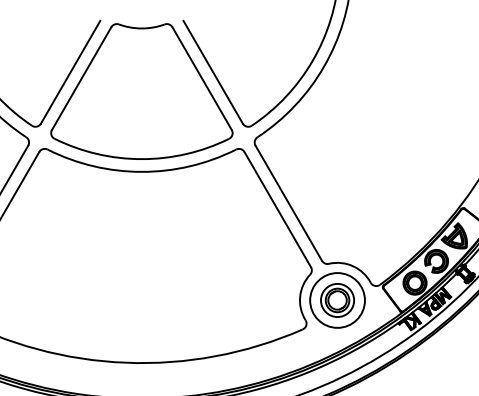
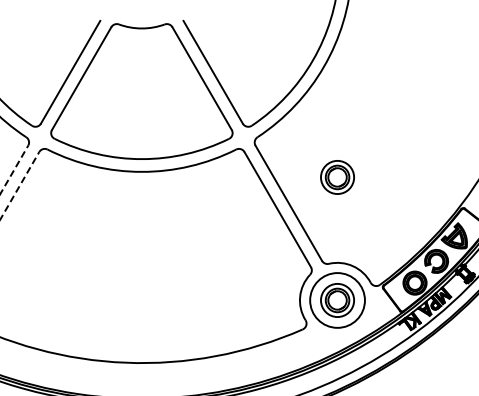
line at (14, 169): solid -> dashed
part at (337, 177): none -> present
line at (19, 185): solid -> dashed
